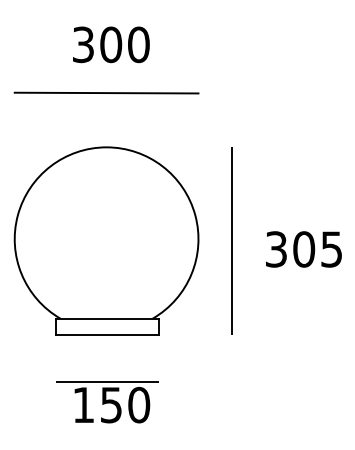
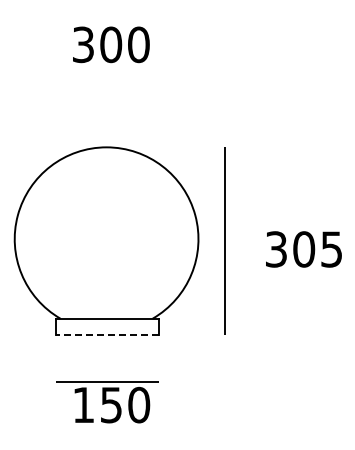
line at (106, 92): present -> none
line at (231, 240) position: (231, 240) -> (224, 240)
line at (106, 334): solid -> dashed
